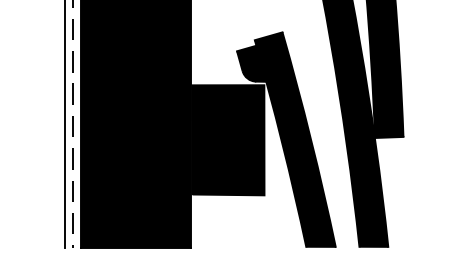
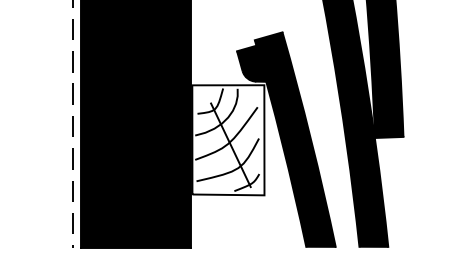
line at (64, 124): present -> none
fill at (228, 140): present -> none
